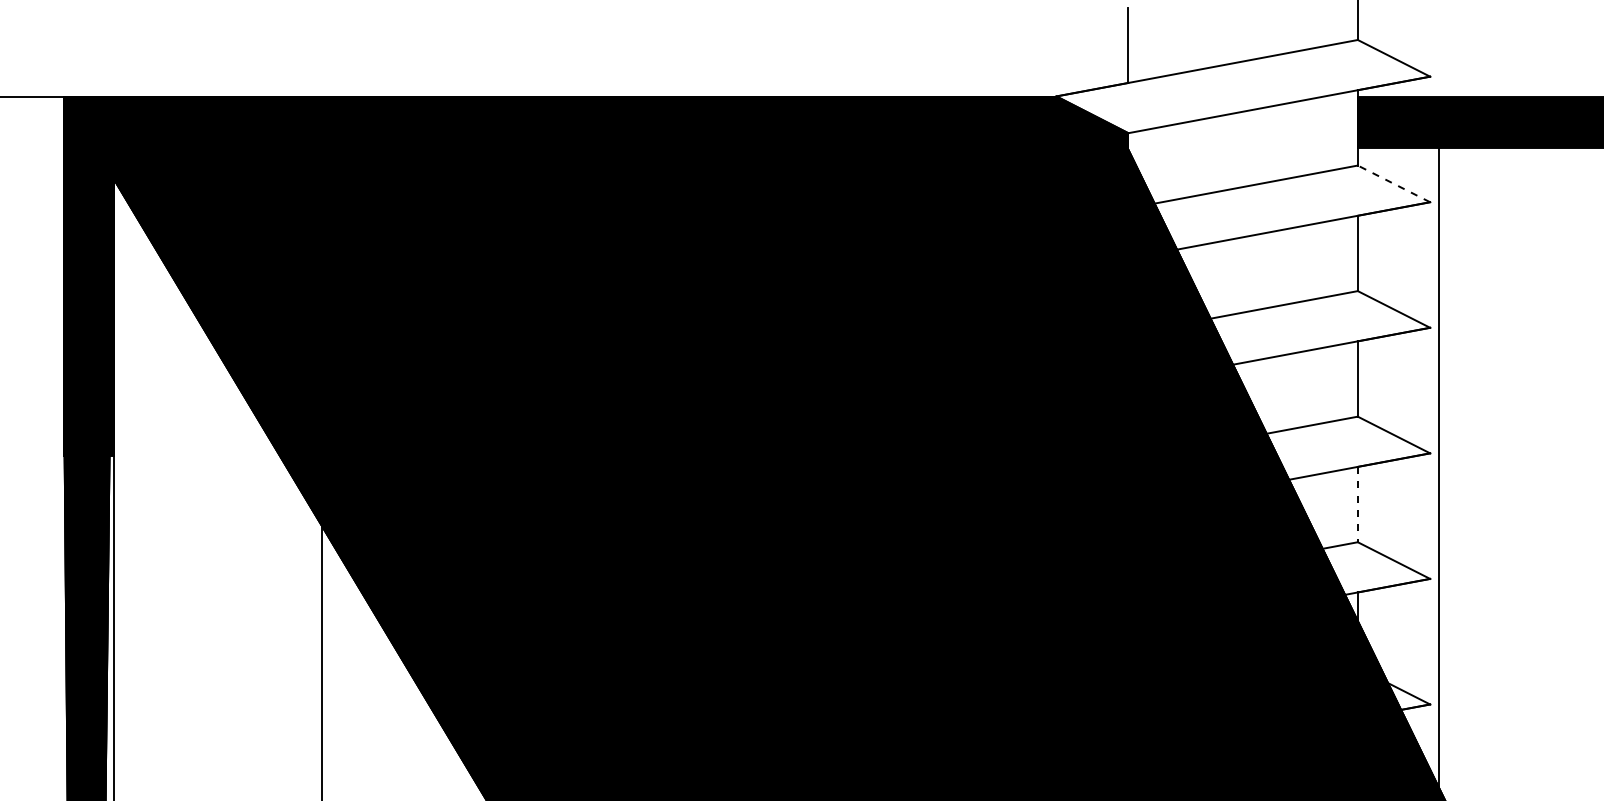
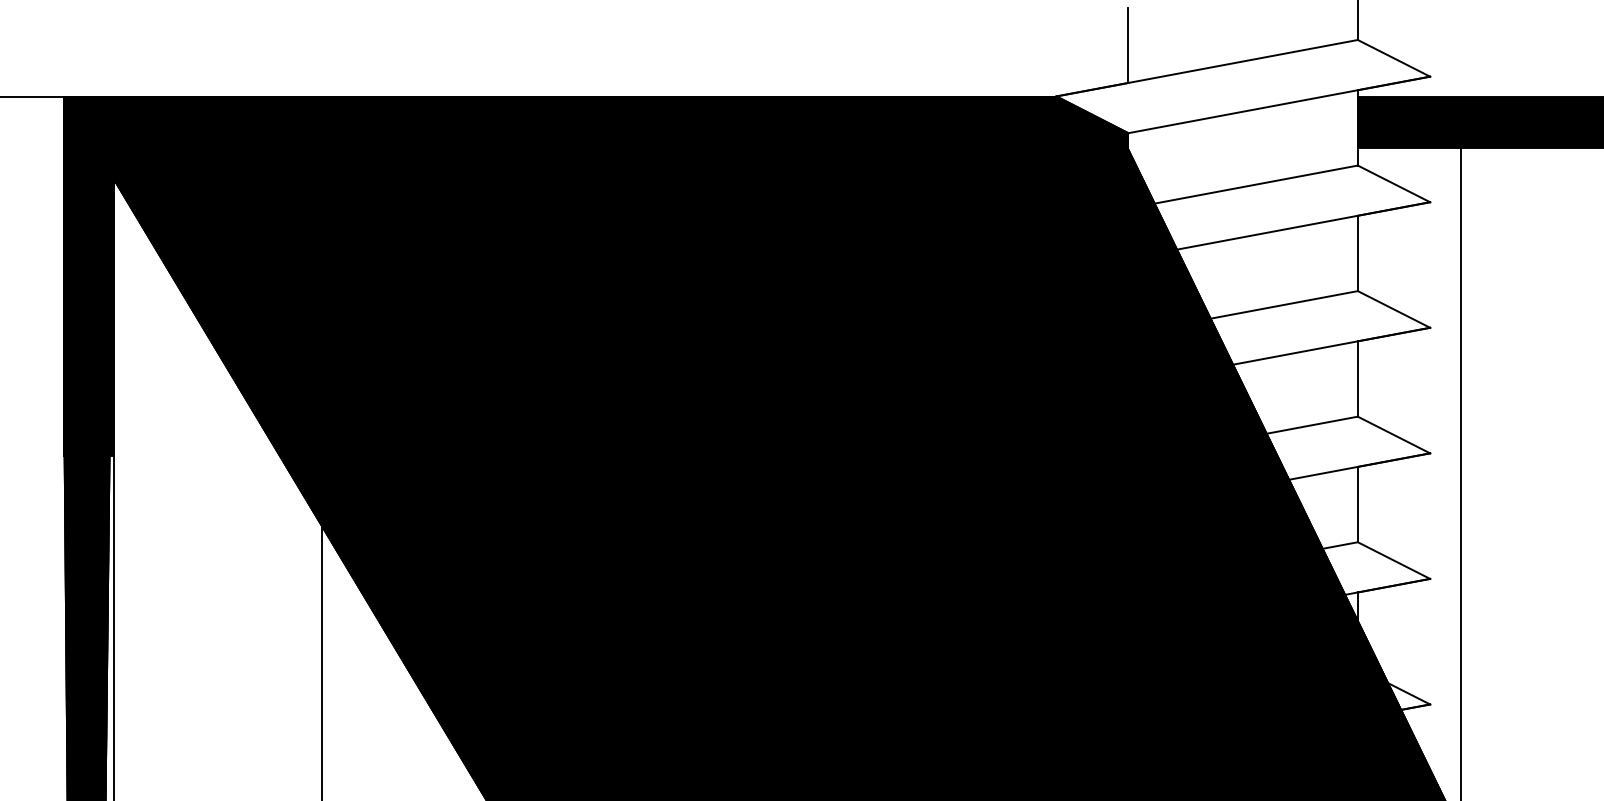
line at (1394, 183): dashed -> solid
line at (1438, 472) position: (1438, 472) -> (1460, 472)
line at (1357, 504): dashed -> solid
